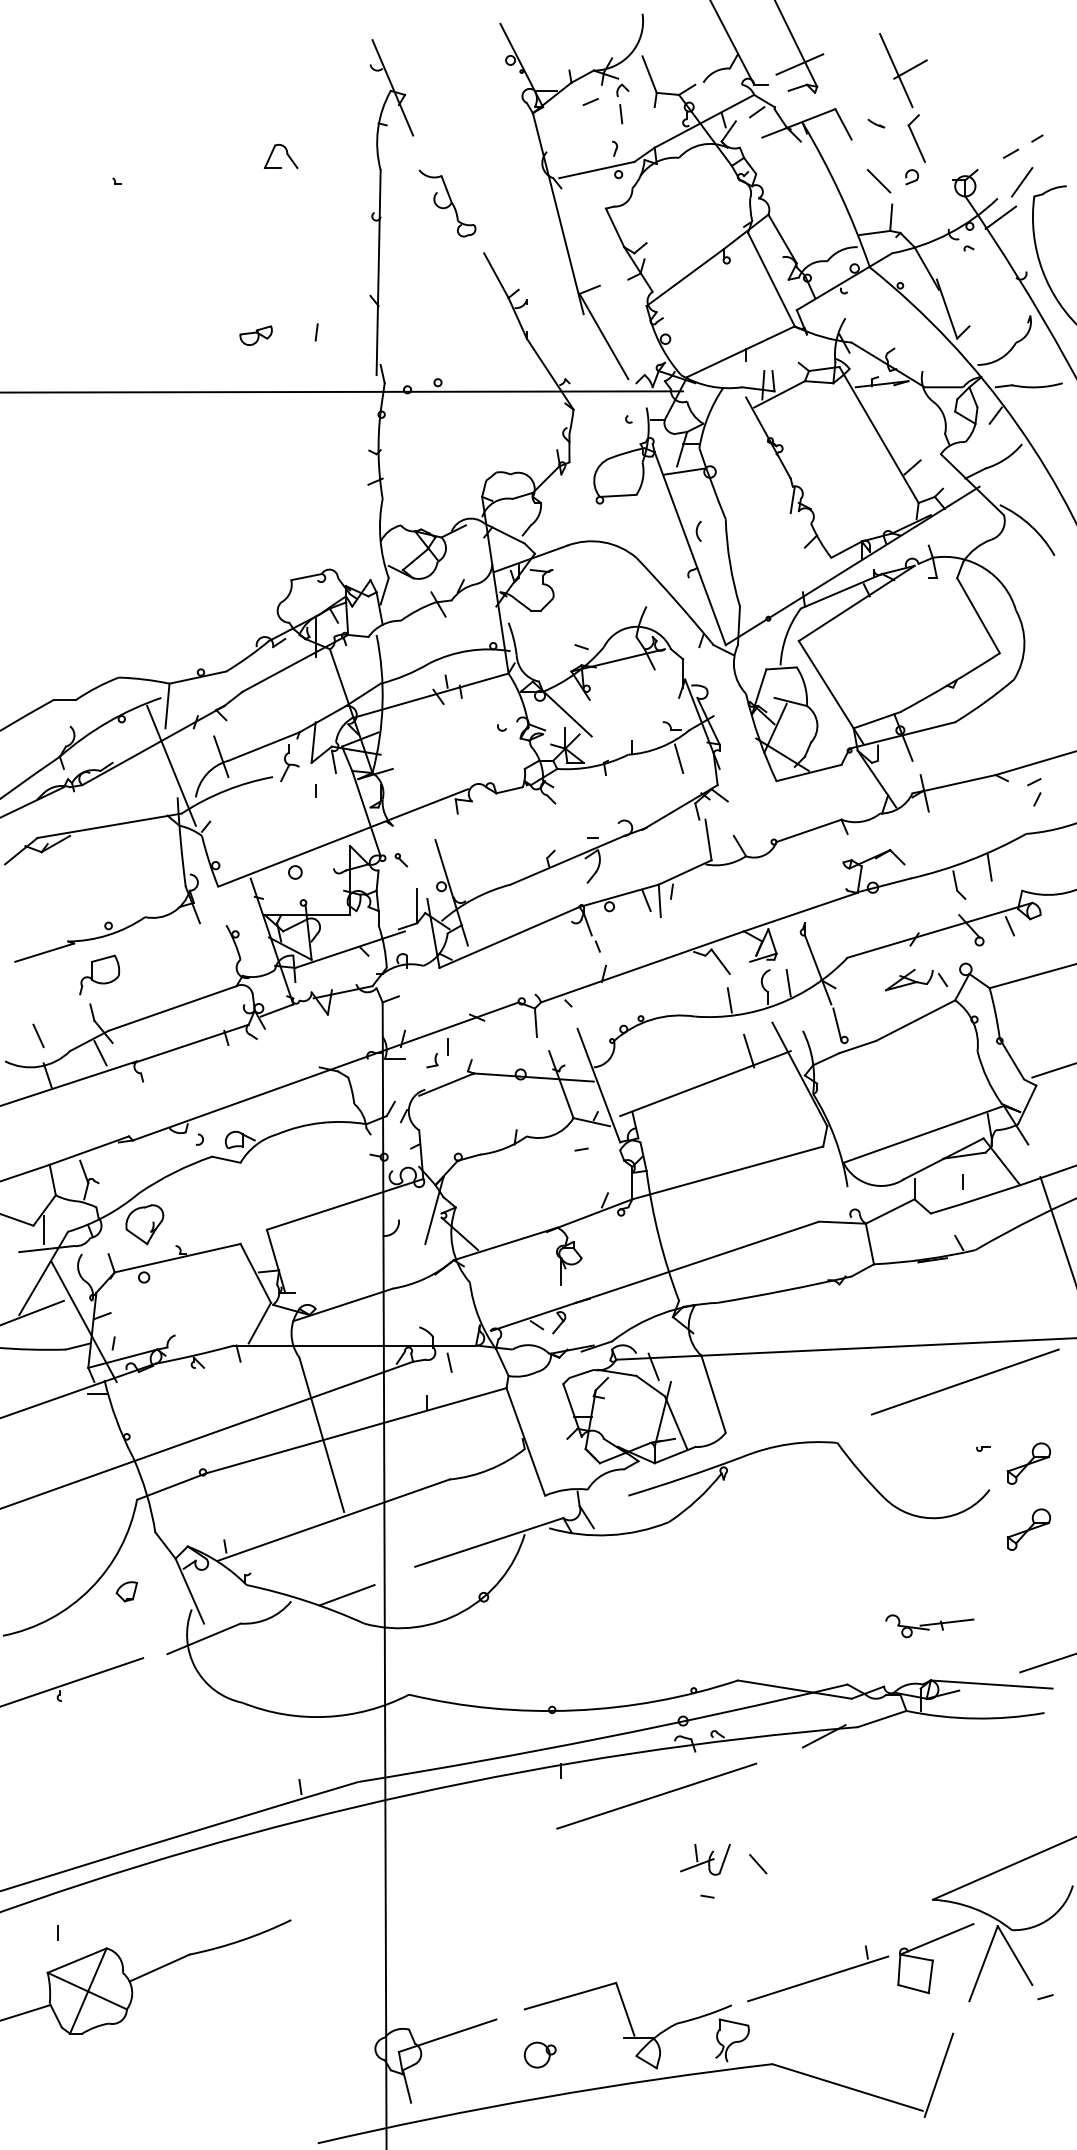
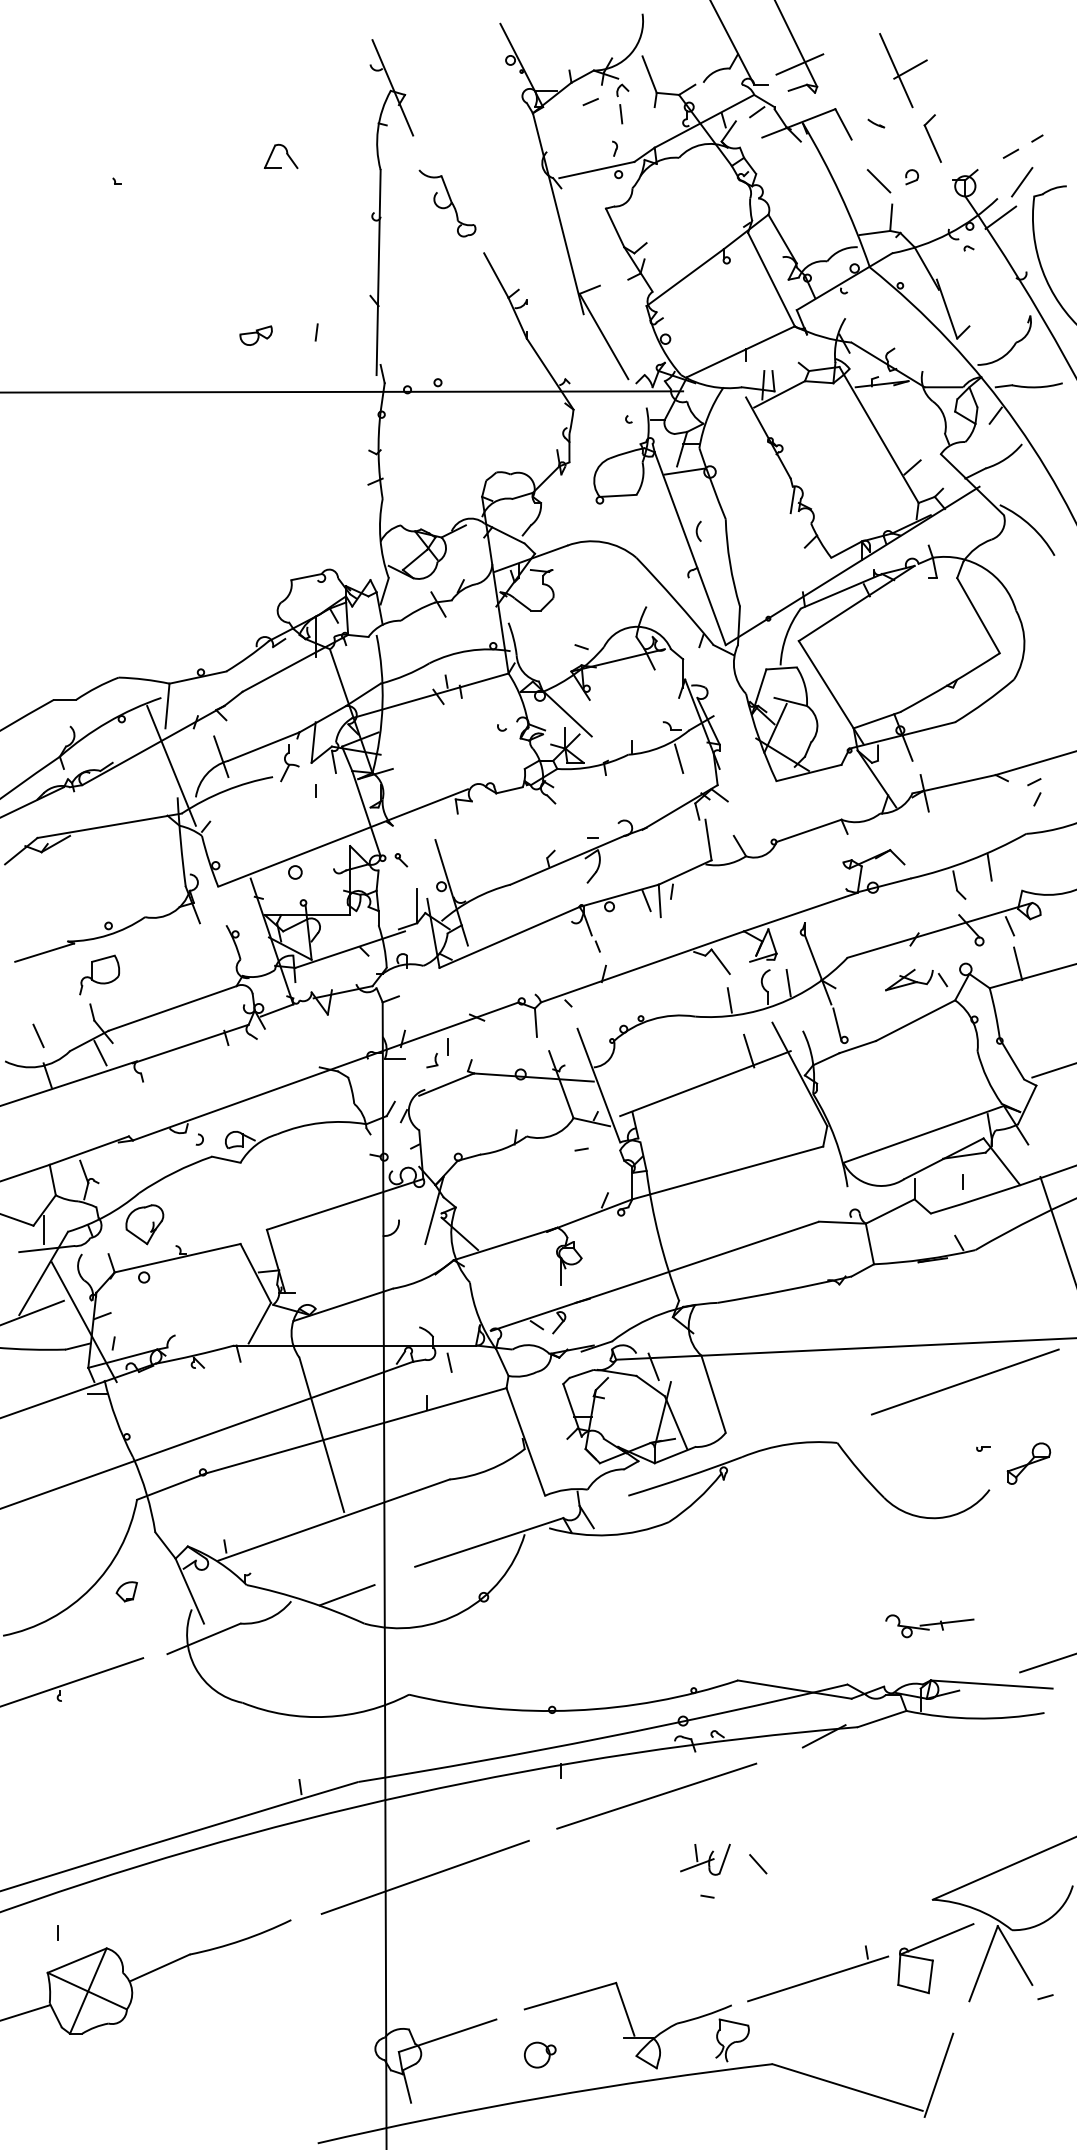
part at (916, 138) position: (916, 138) -> (932, 138)
line at (1018, 963): none -> present
part at (1028, 1529): present -> none
line at (424, 1876): none -> present
